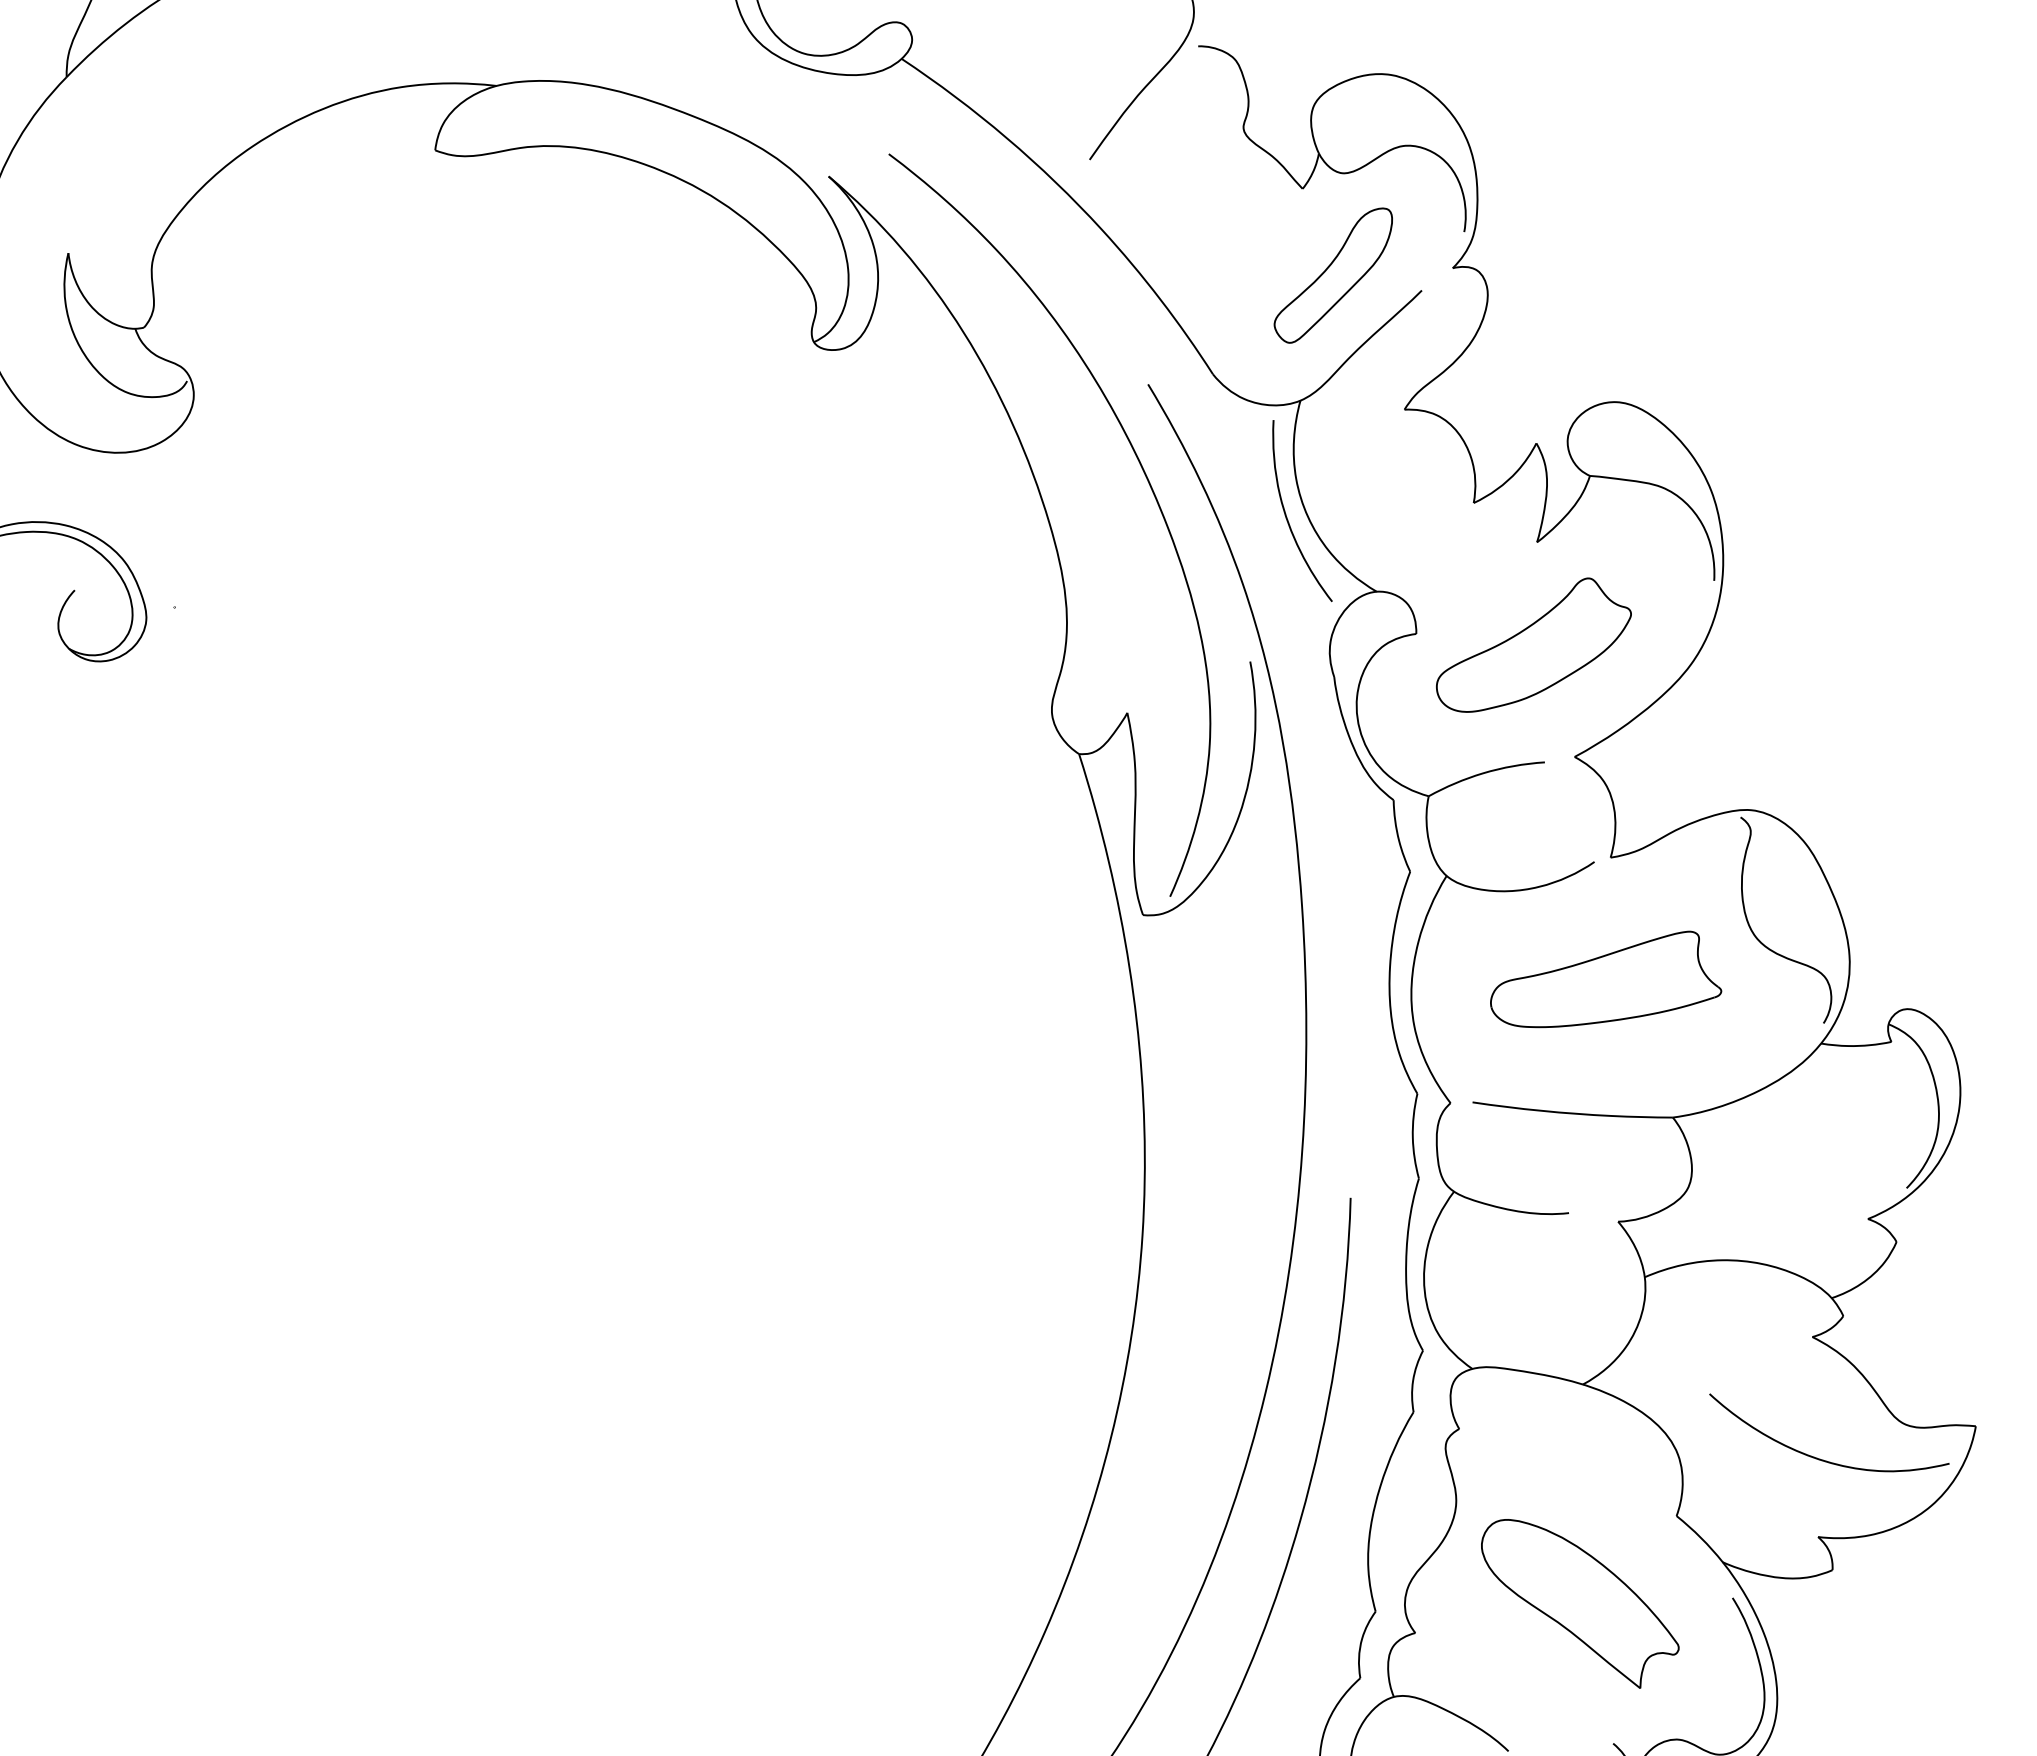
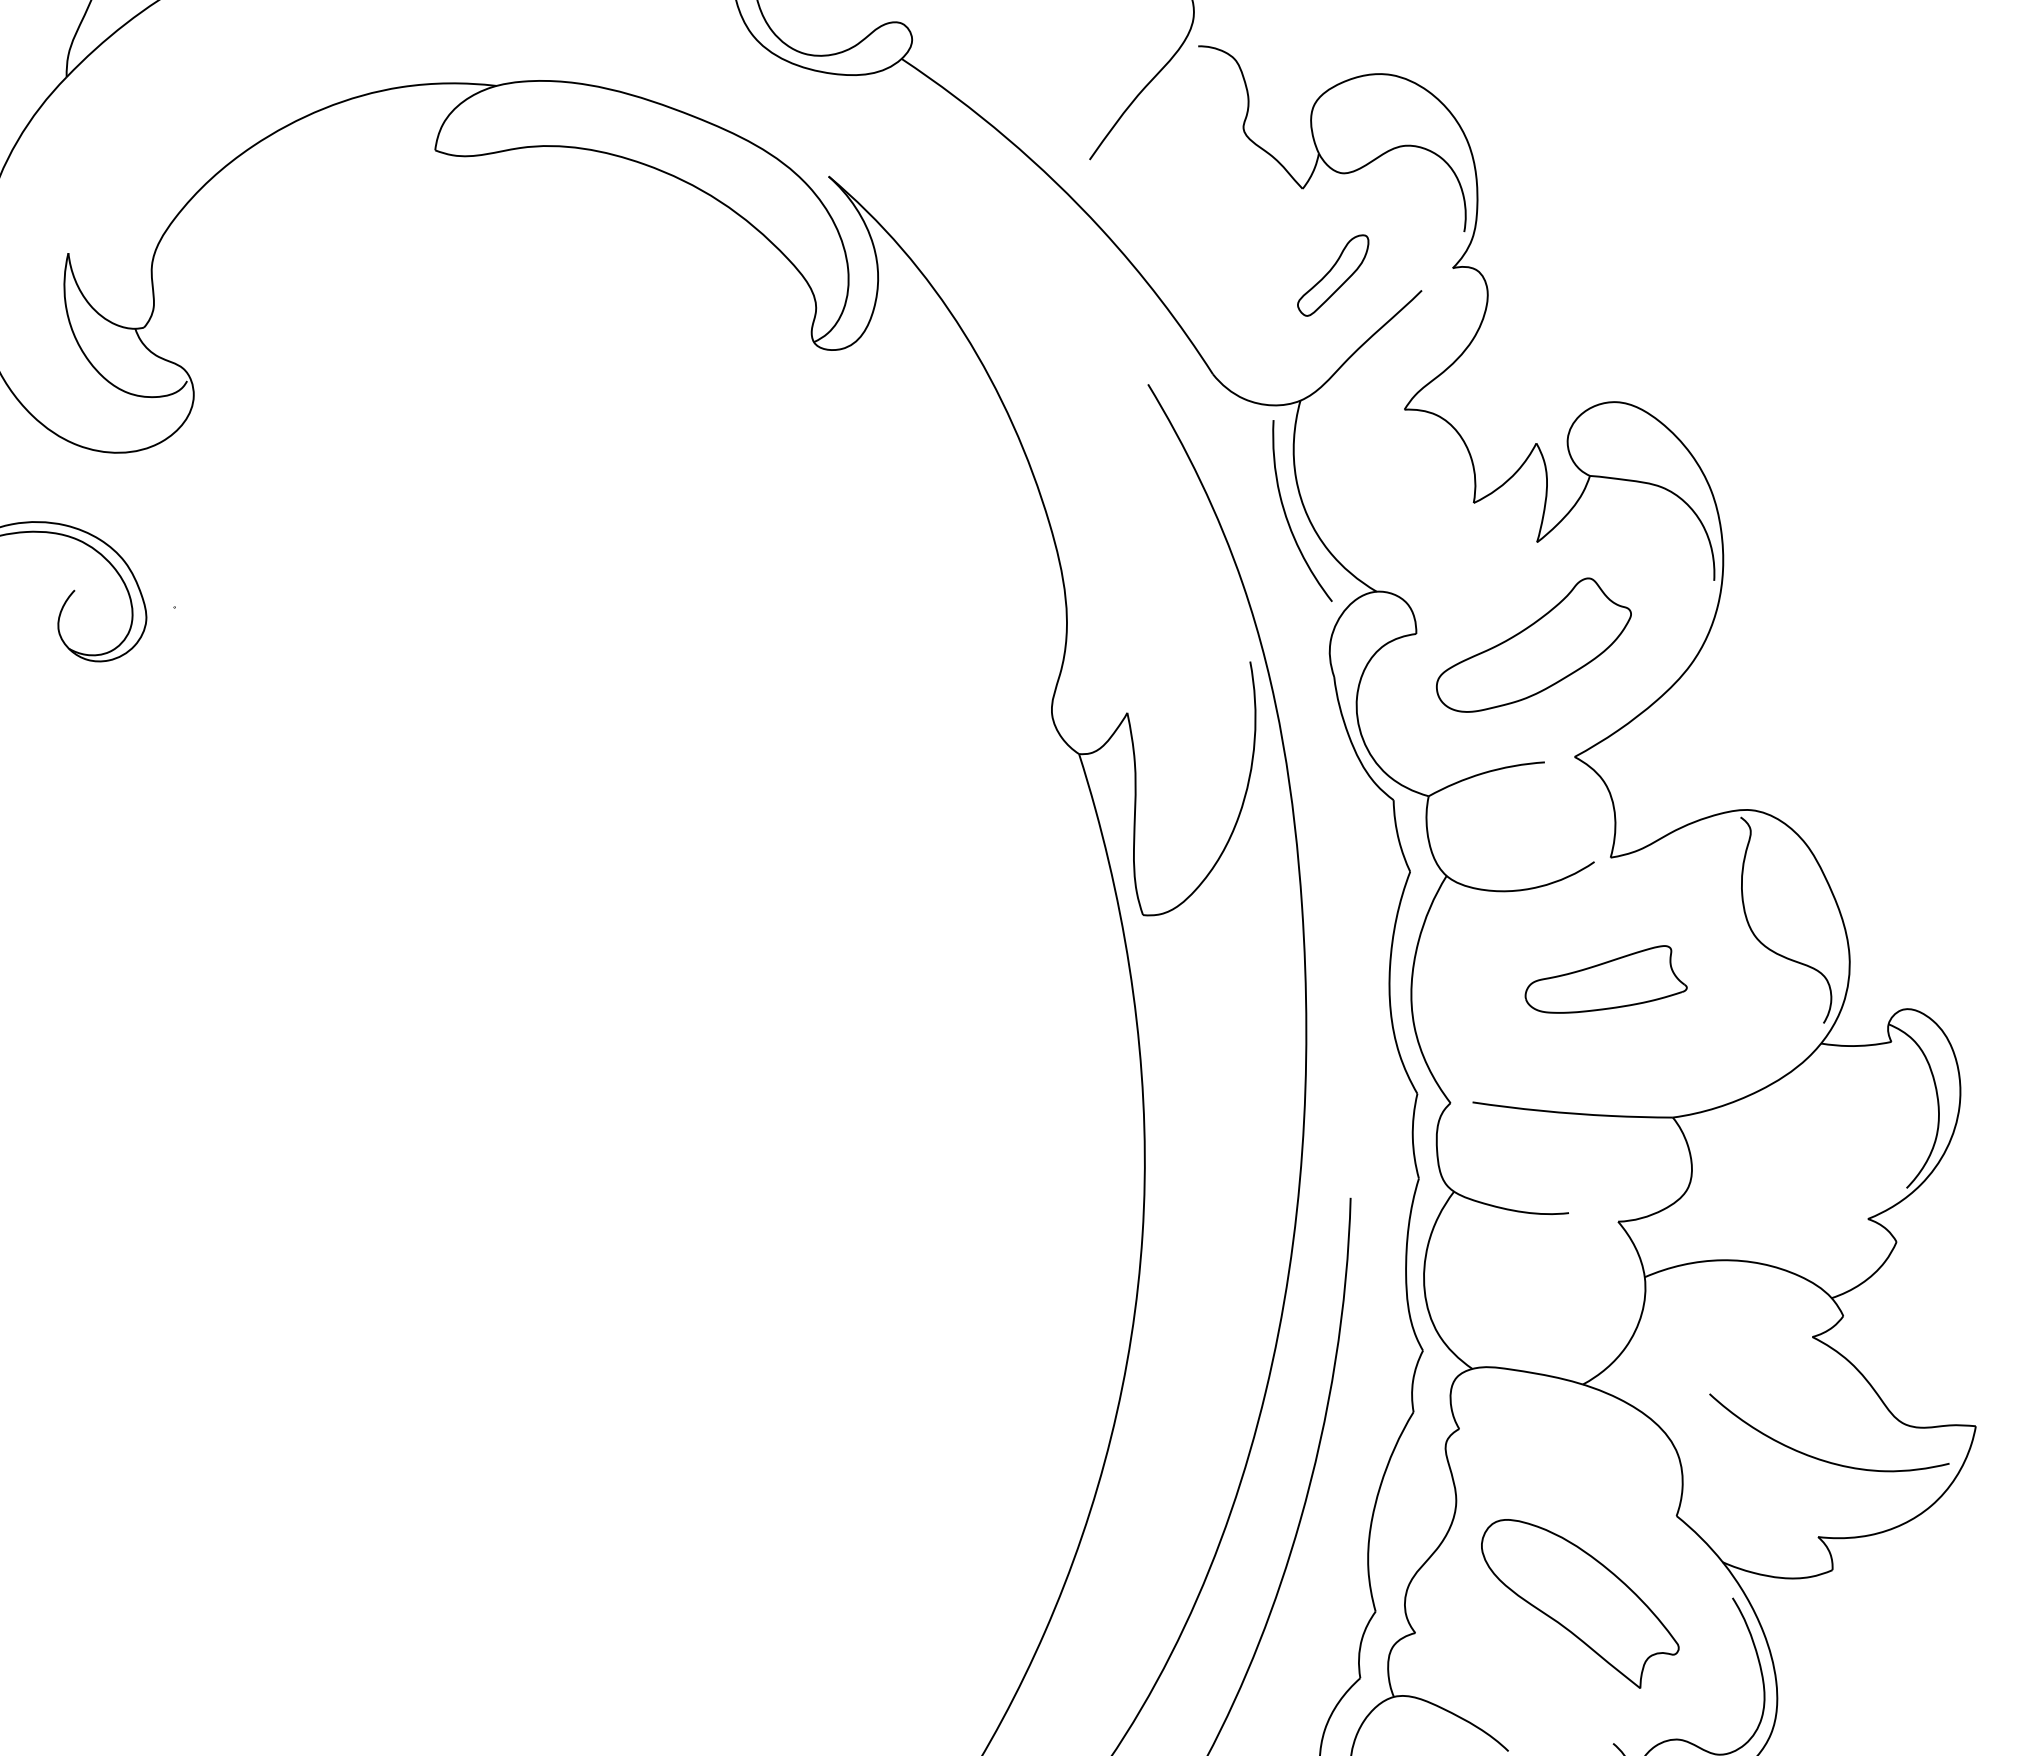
part at (1332, 275) size: 120x137 px -> 73x83 px
curve at (1145, 477): present -> none
part at (1606, 979) size: 233x99 px -> 164x69 px
